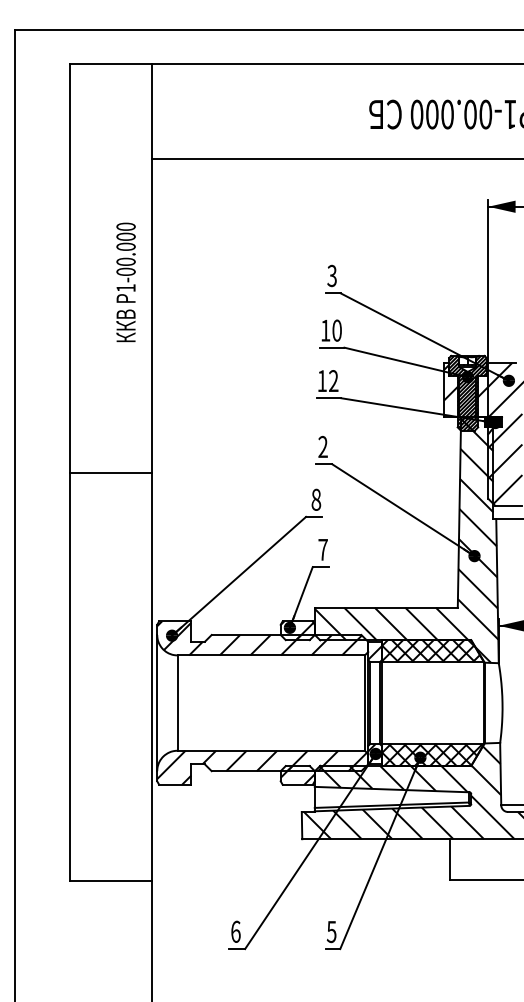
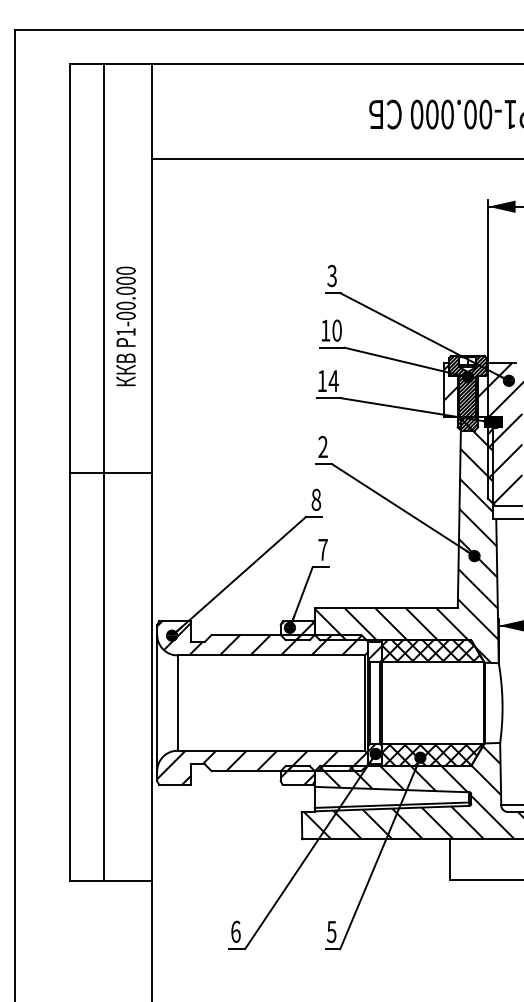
text at (125, 282) position: (125, 282) -> (125, 326)
text at (333, 380): 12 -> 14
line at (103, 472): none -> present
